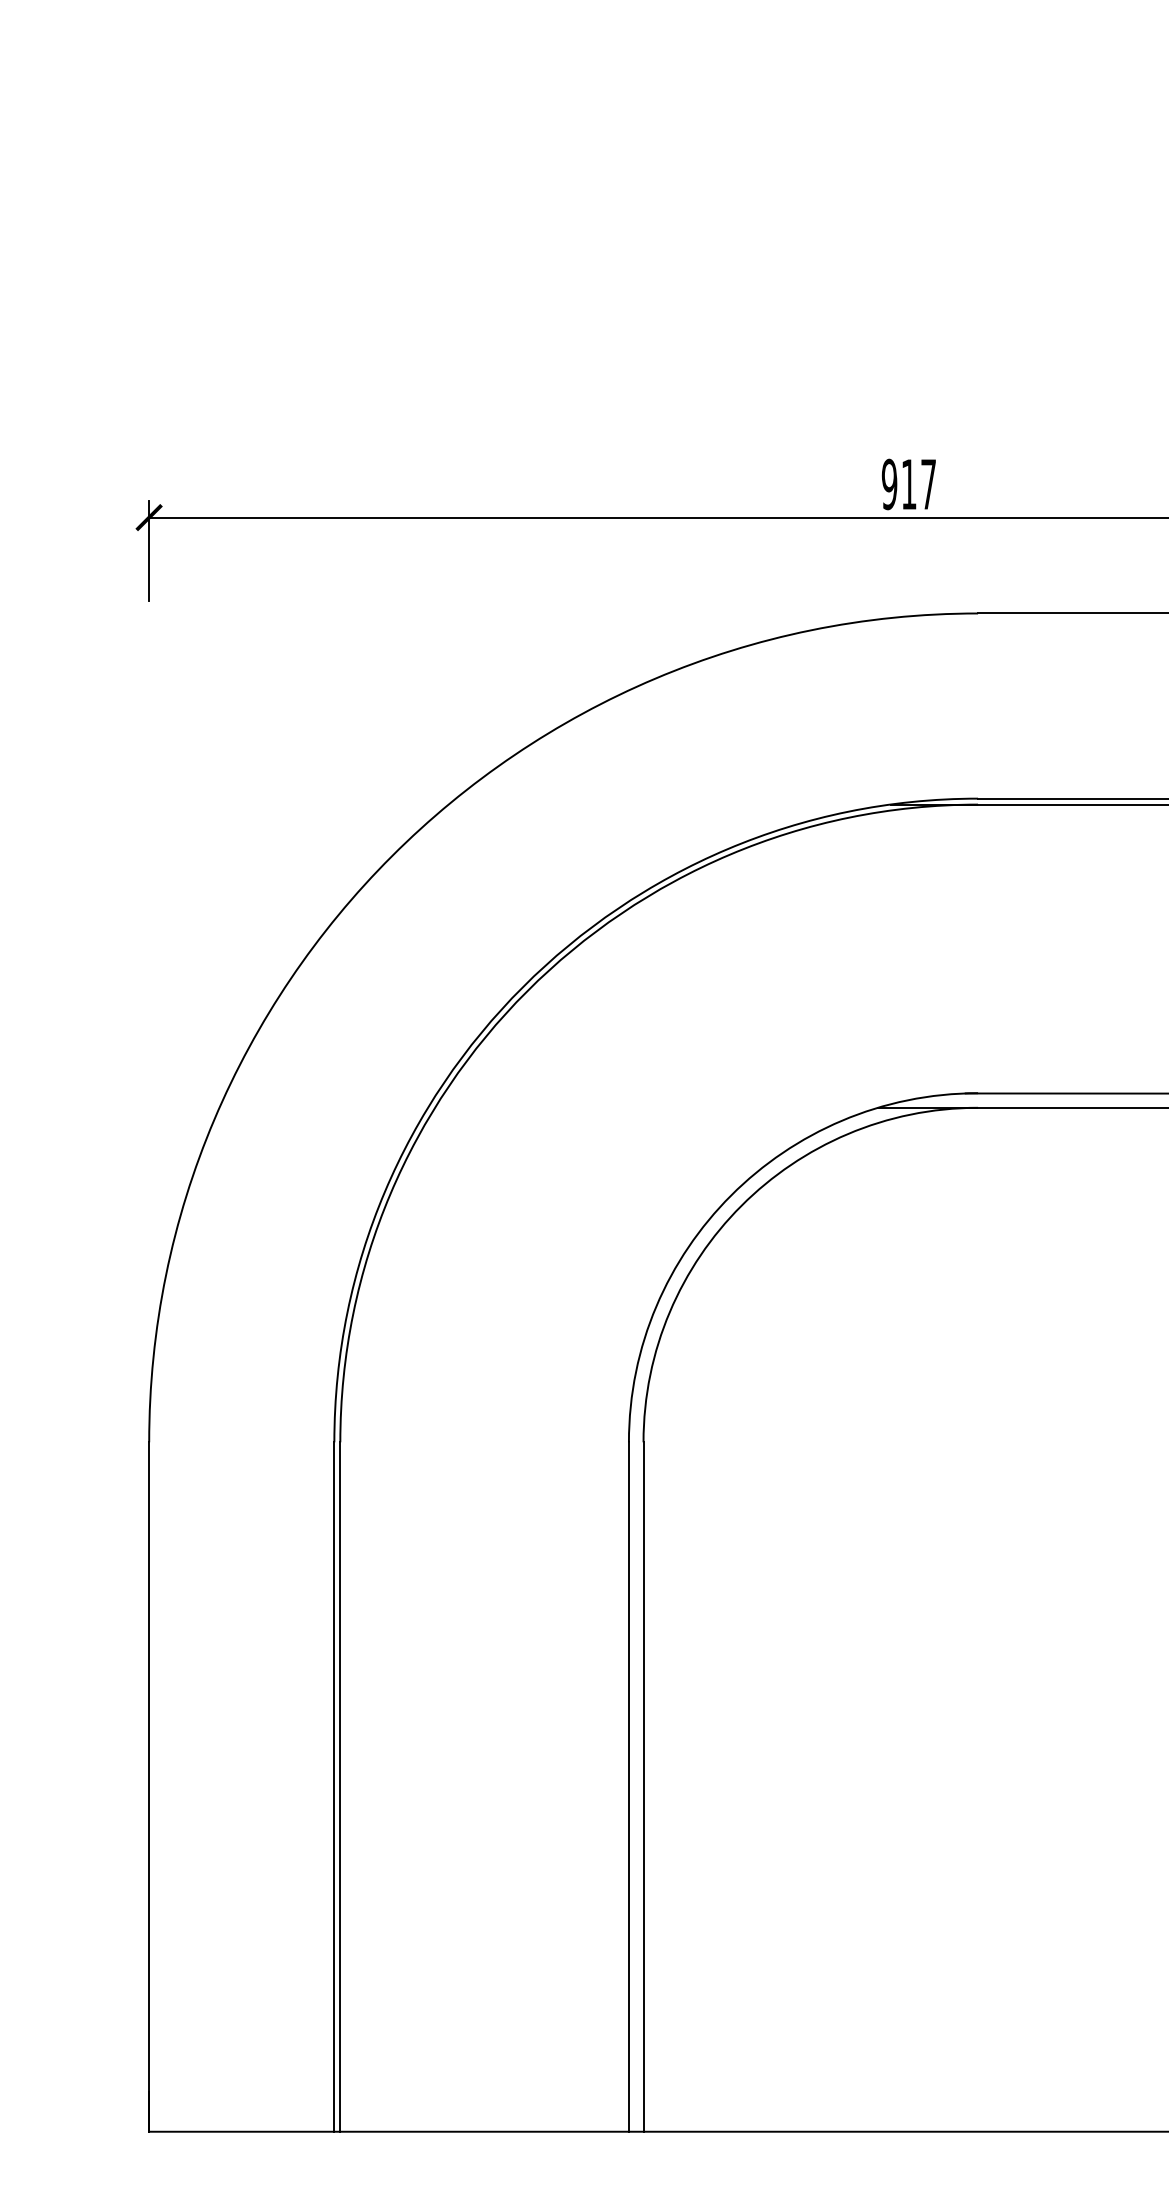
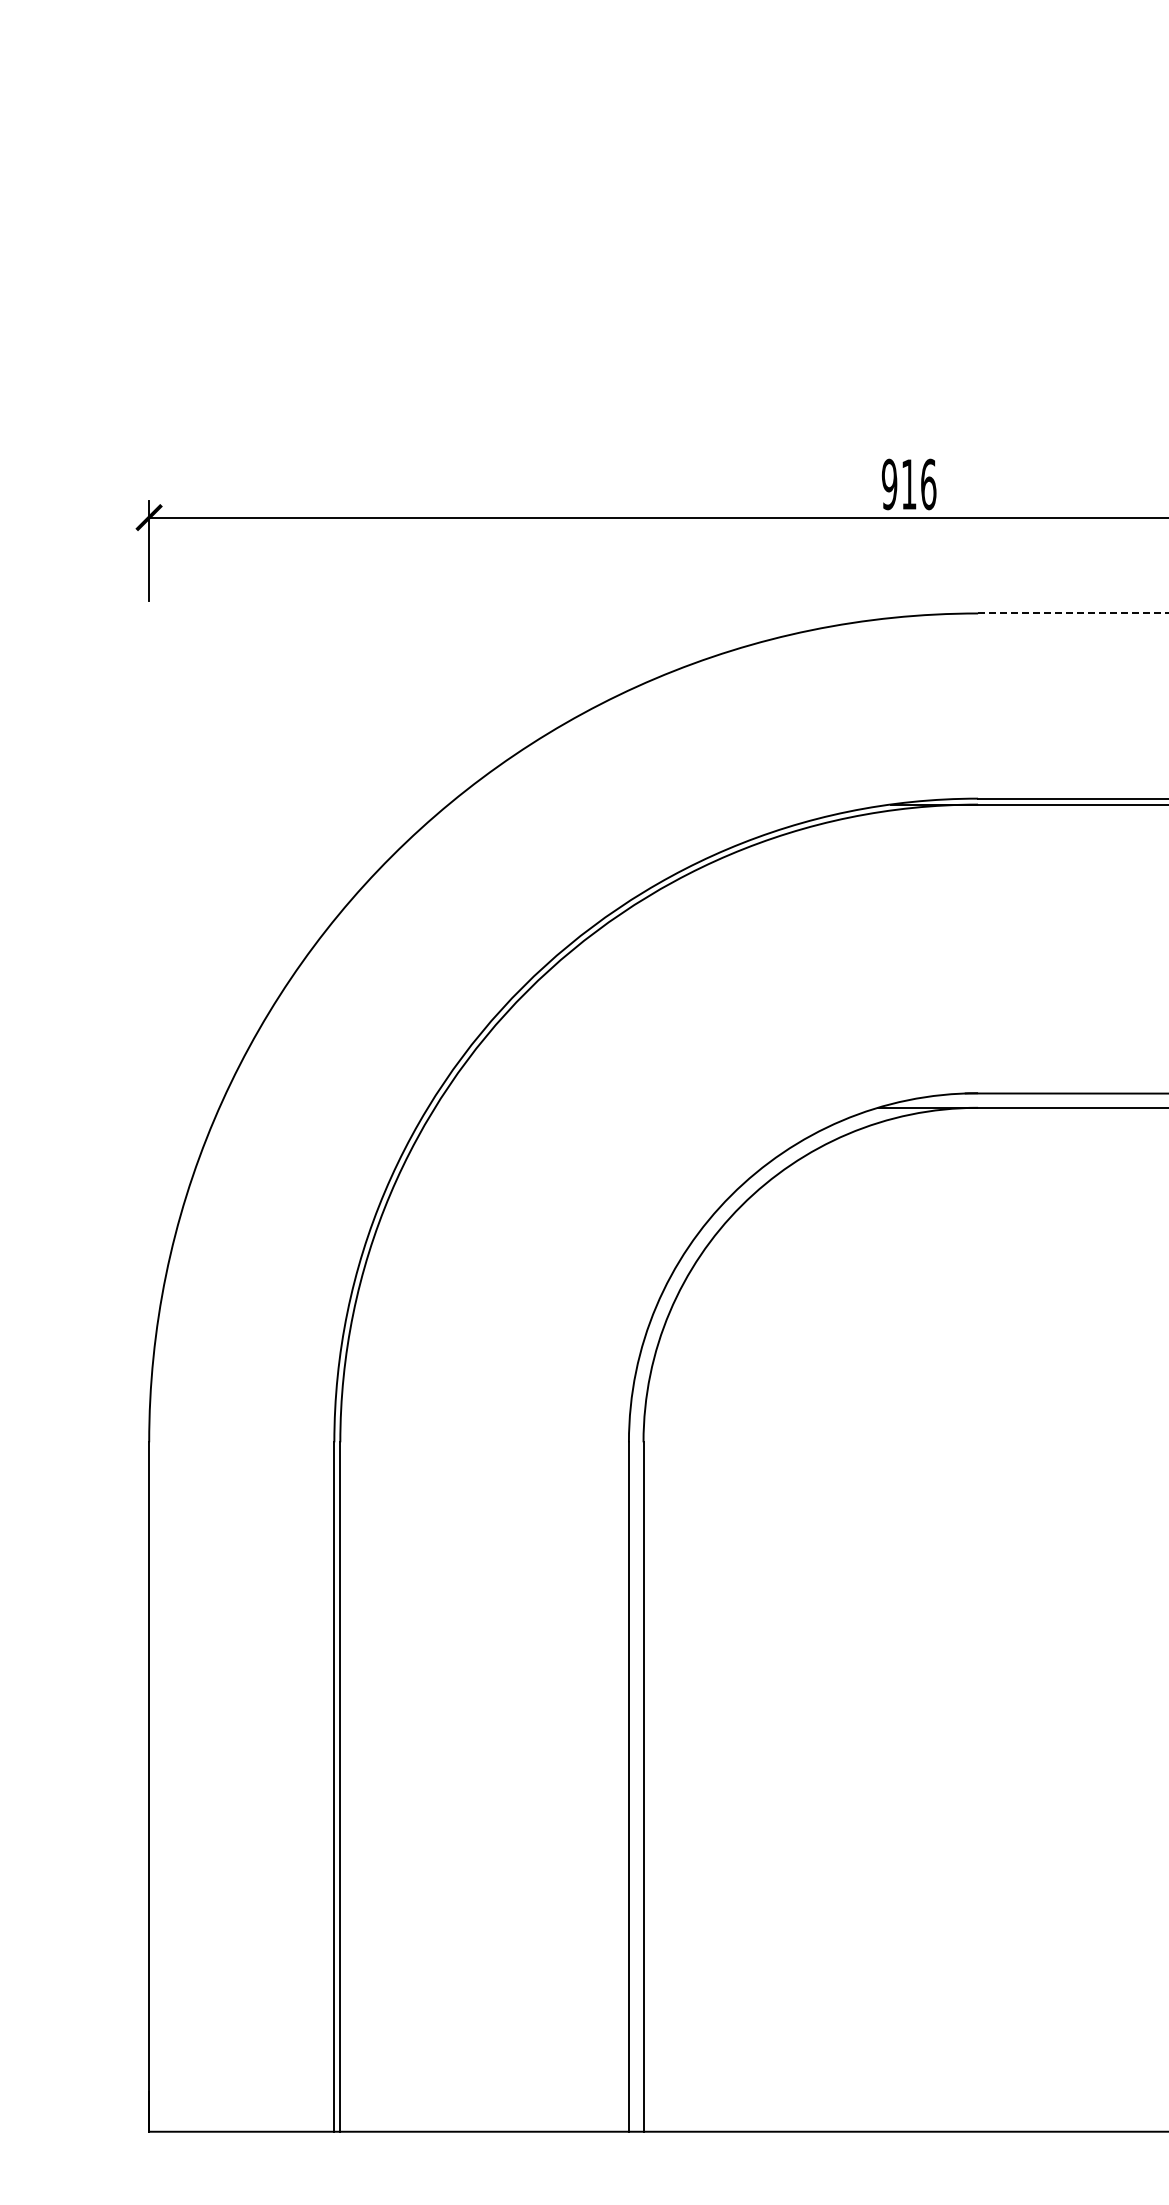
text at (928, 484): 917 -> 916
line at (1073, 613): solid -> dashed
